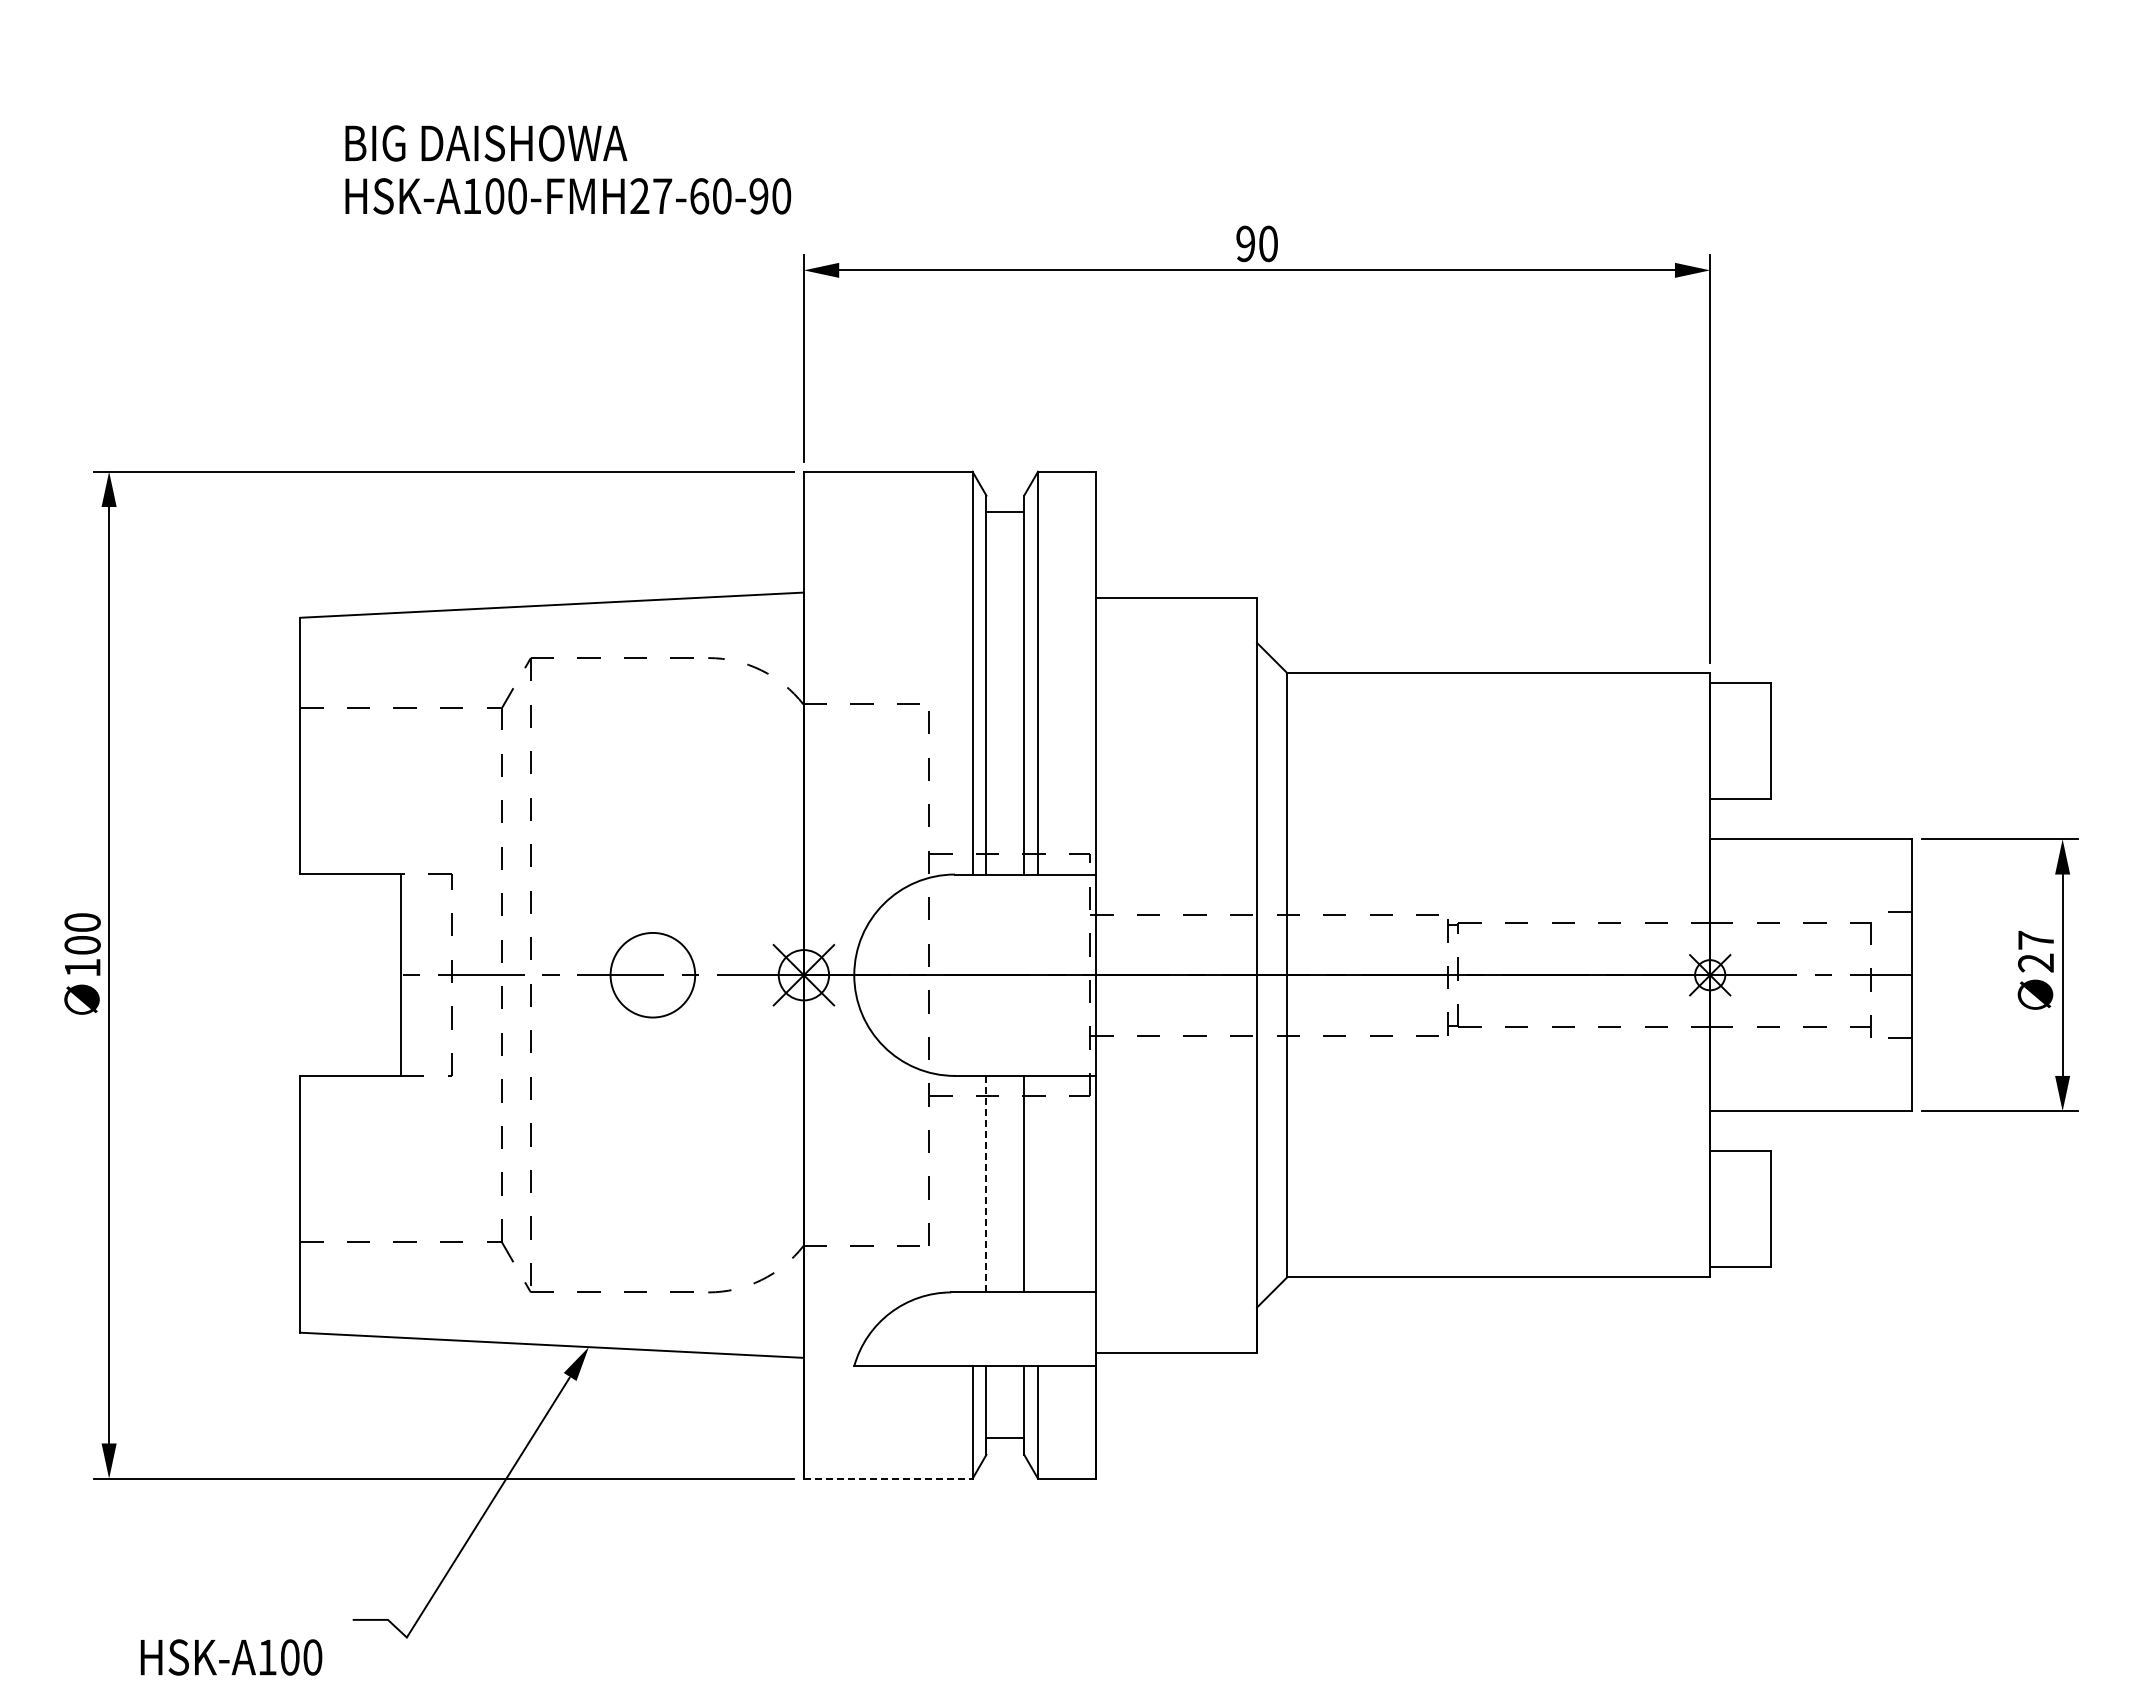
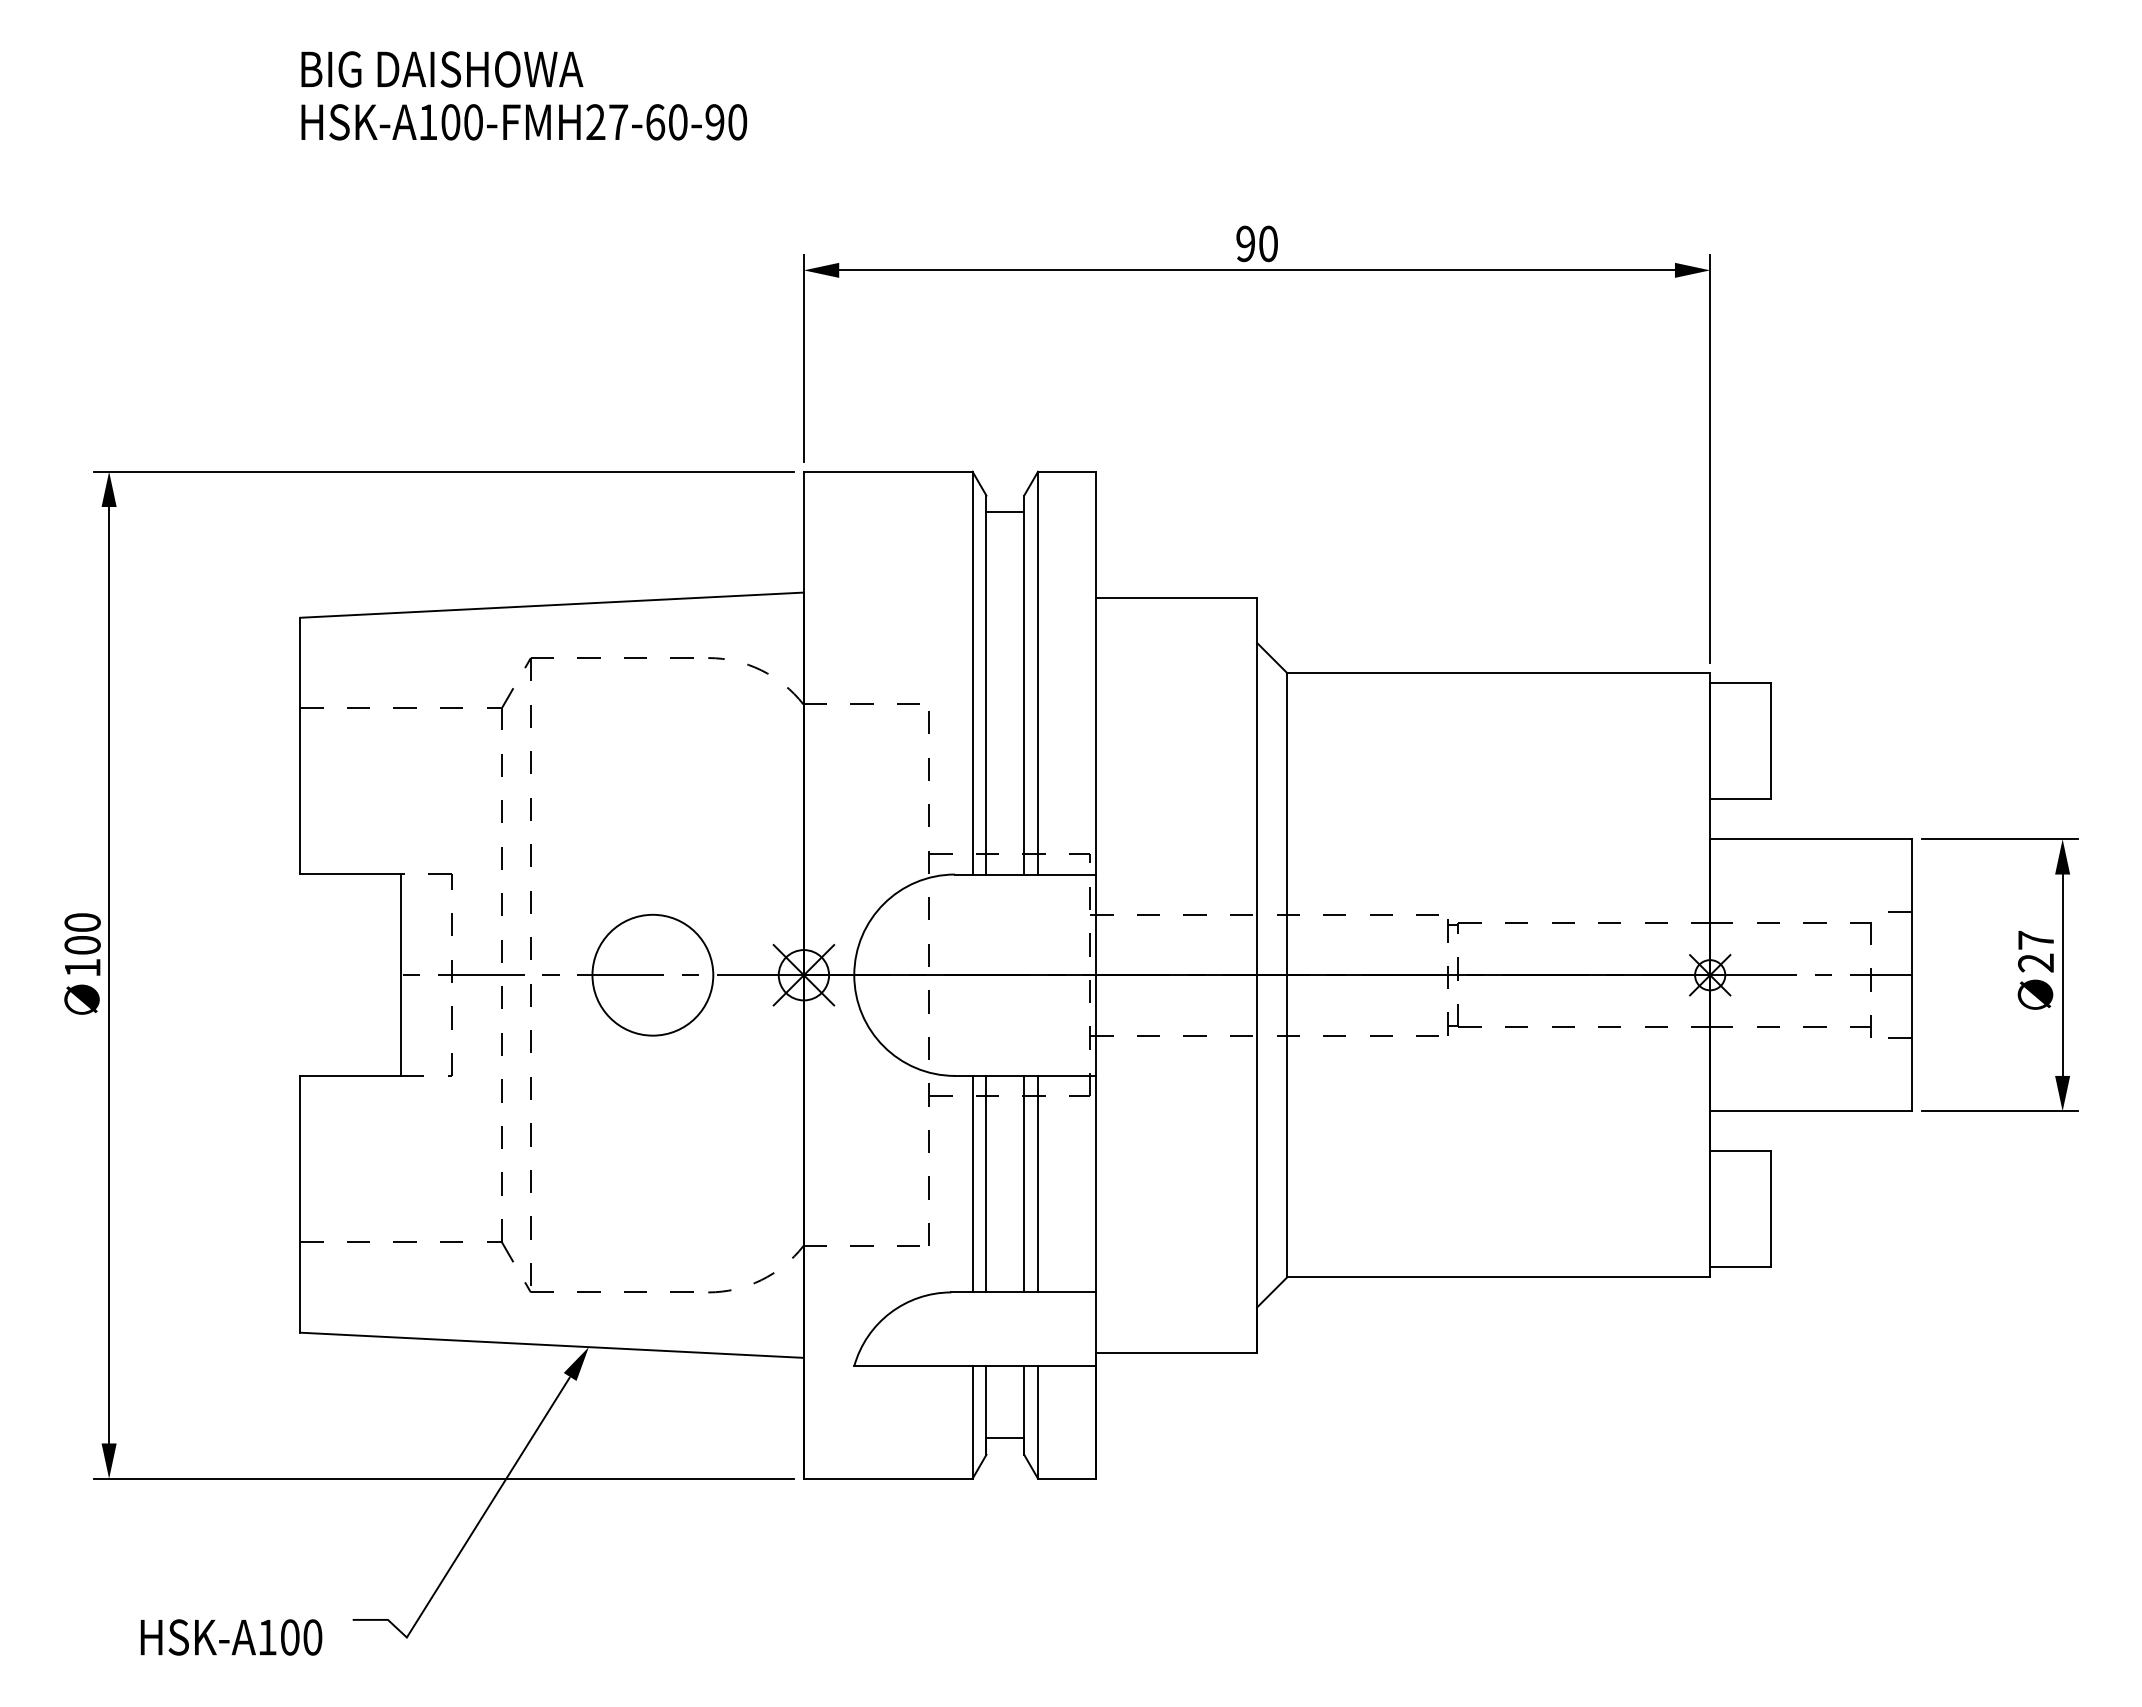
text at (568, 169) position: (568, 169) -> (524, 95)
circle at (652, 974) diameter: 85 px -> 121 px
line at (972, 1183): none -> present
line at (986, 1183): dashed -> solid
line at (1038, 1183): none -> present
line at (888, 1478): dashed -> solid
text at (231, 1657) position: (231, 1657) -> (231, 1637)
